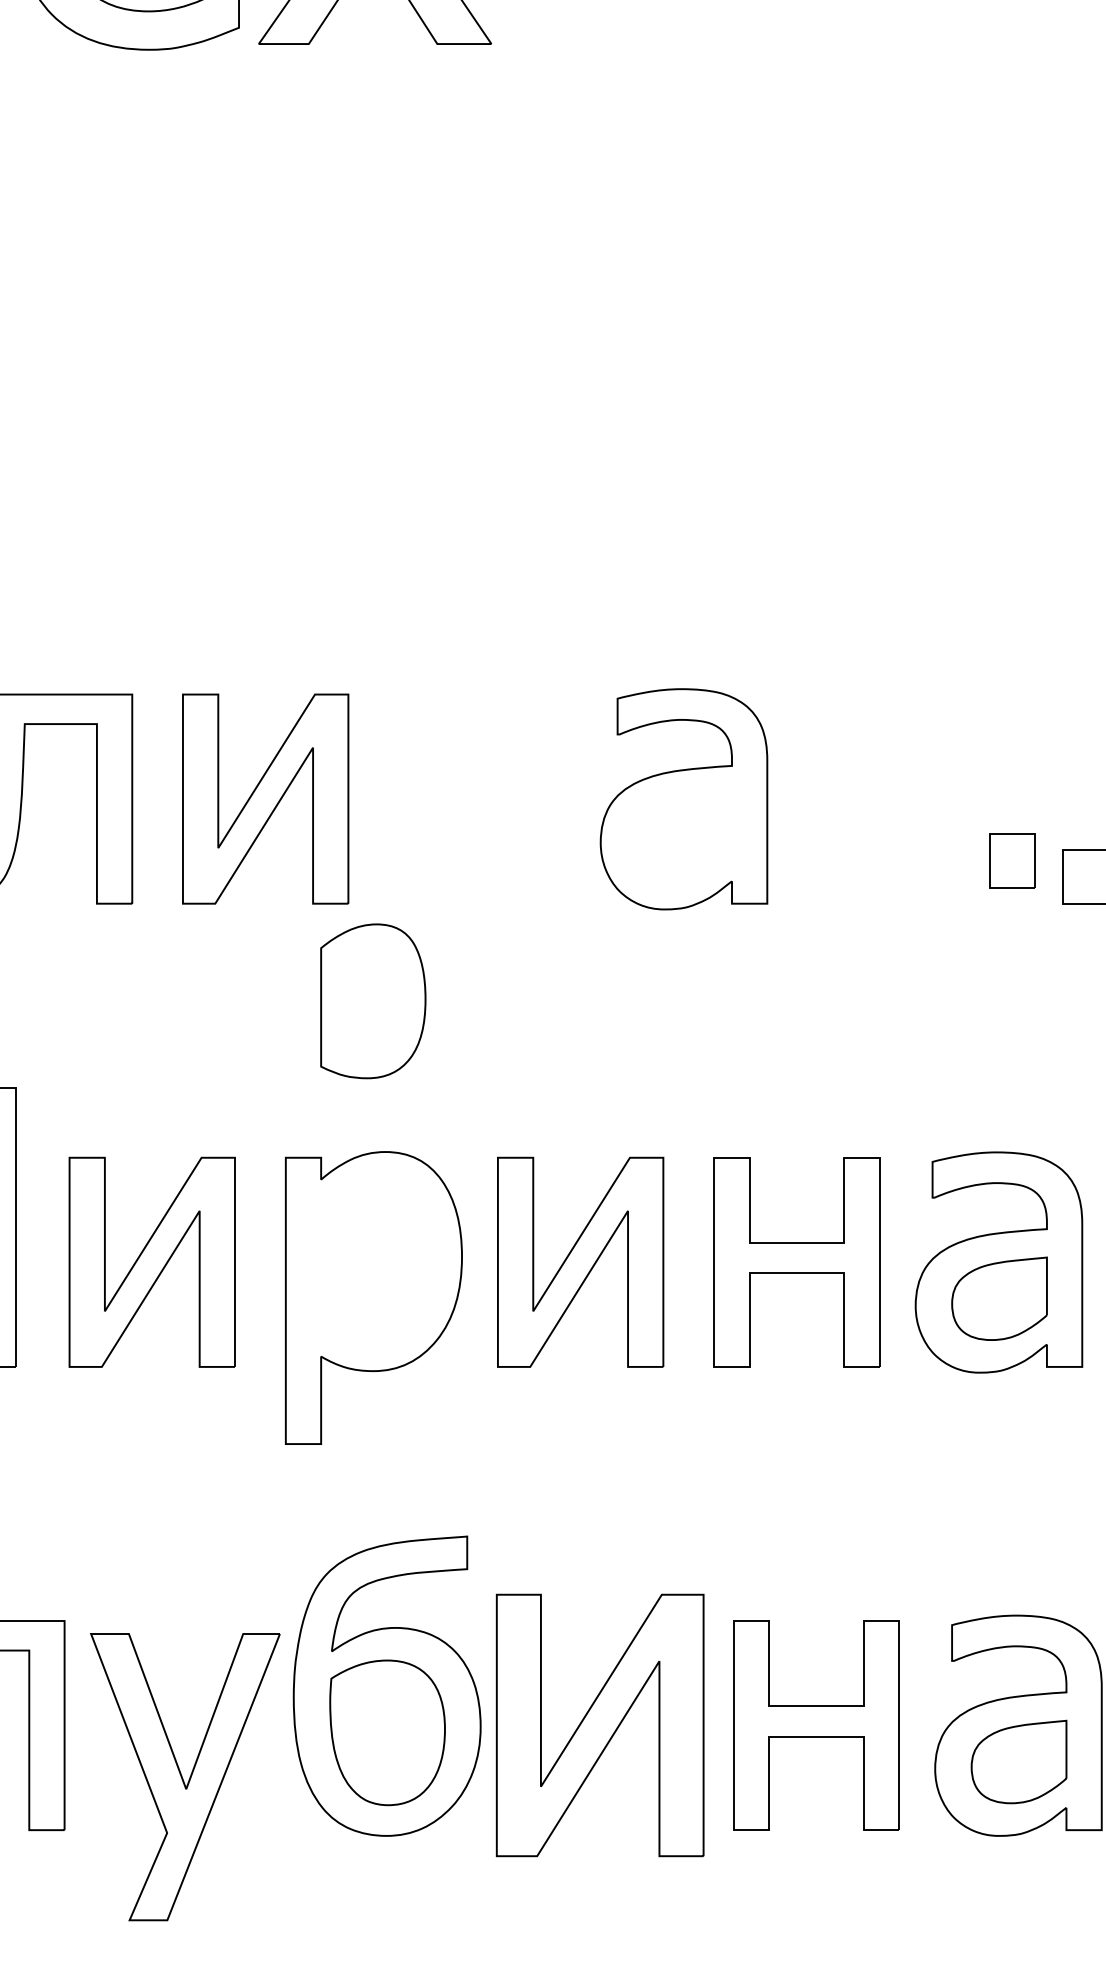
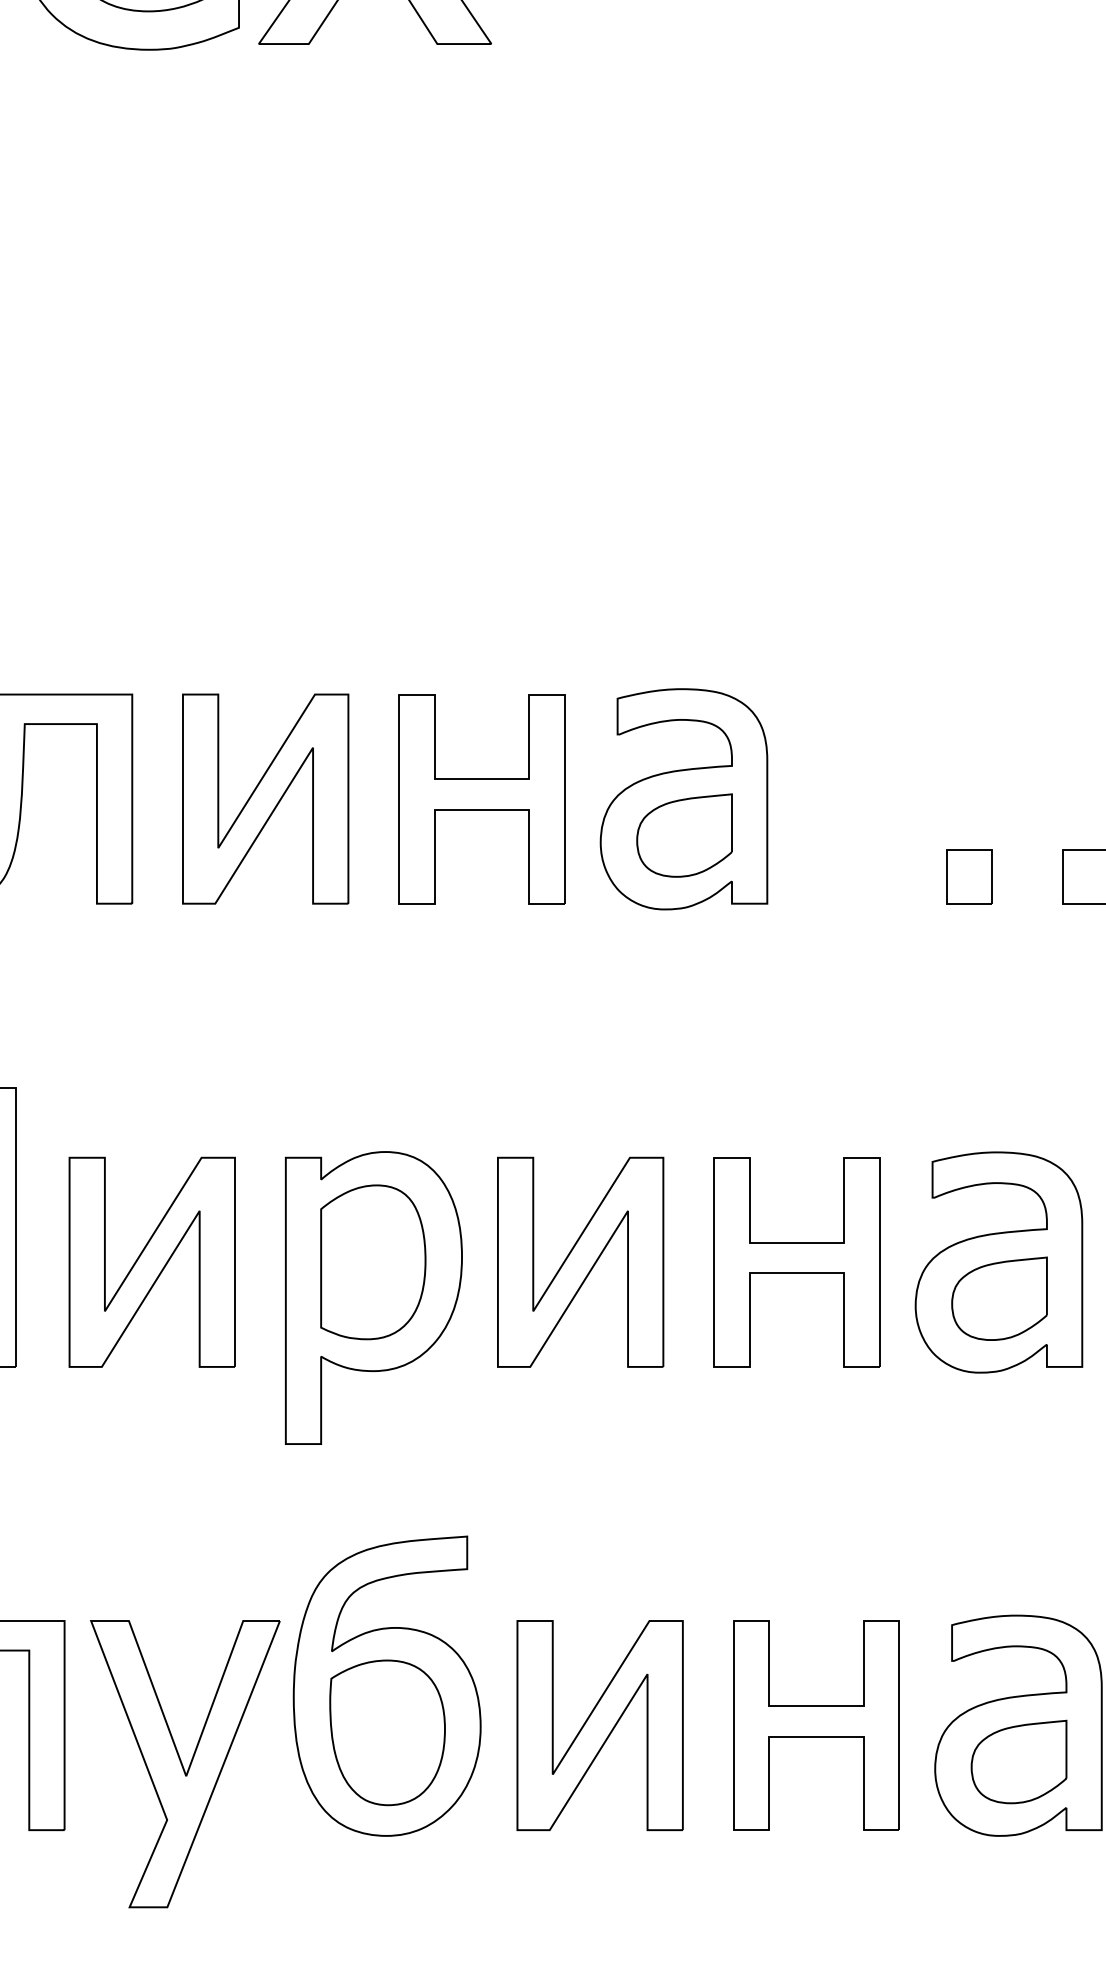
part at (481, 799): none -> present
part at (684, 835): none -> present
part at (1012, 860) position: (1012, 860) -> (969, 876)
part at (373, 1001) position: (373, 1001) -> (373, 1262)
part at (599, 1725) size: 210x265 px -> 168x212 px
part at (185, 1777) position: (185, 1777) -> (185, 1764)
